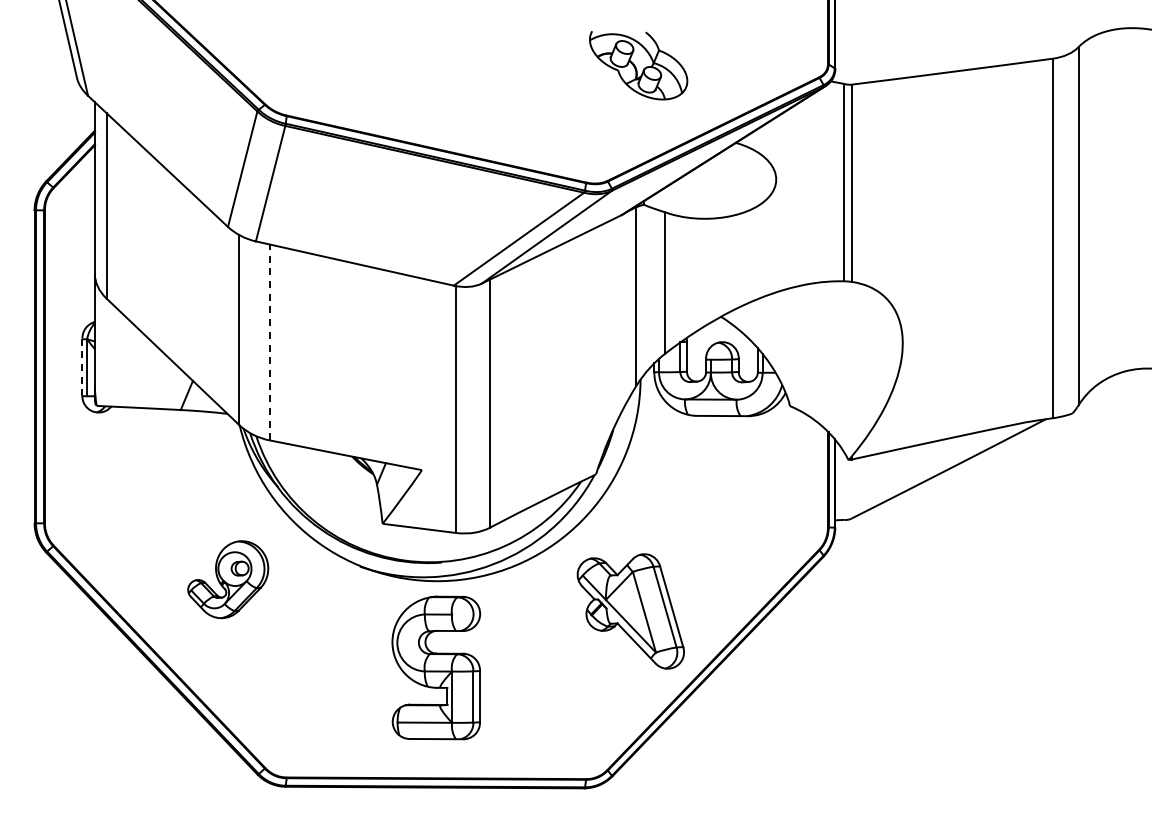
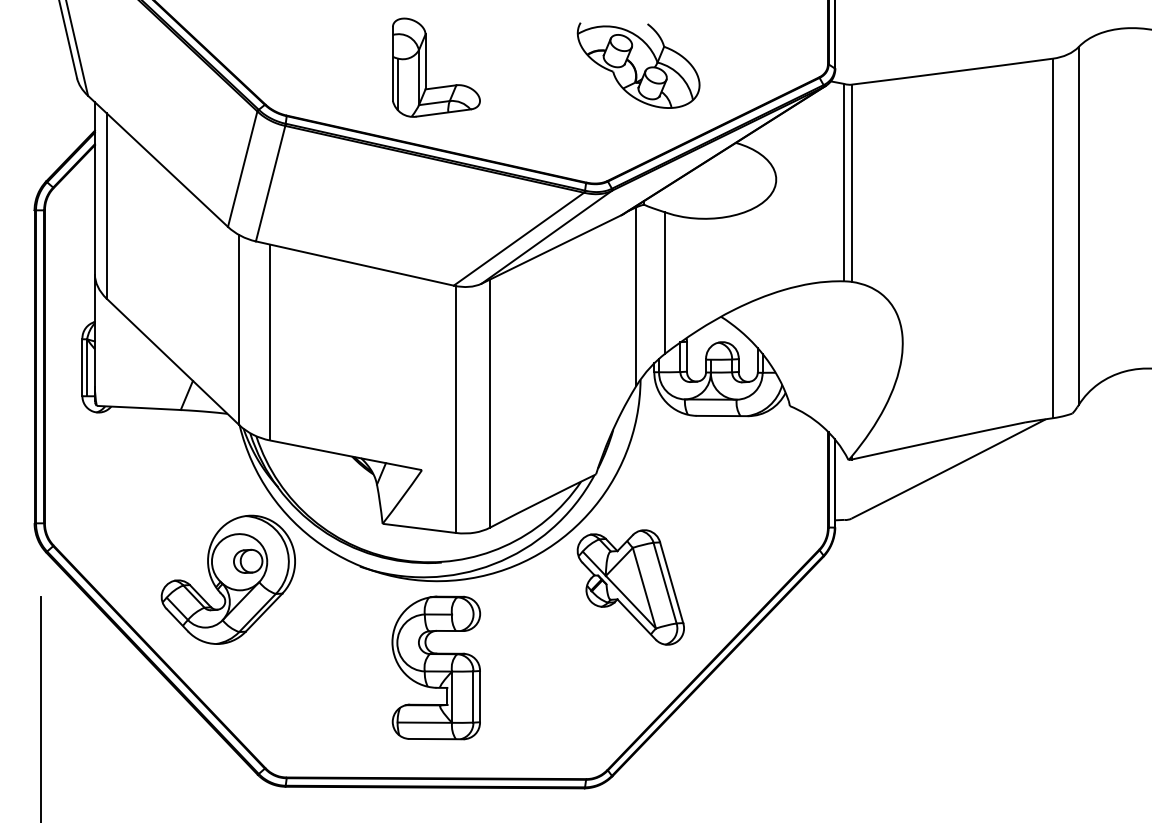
part at (638, 65) size: 100x70 px -> 125x87 px
part at (426, 67): none -> present
line at (269, 342): dashed -> solid
line at (82, 367): dashed -> solid
part at (228, 579) size: 83x80 px -> 136x131 px
part at (630, 611) position: (630, 611) -> (630, 587)
line at (41, 708): none -> present
